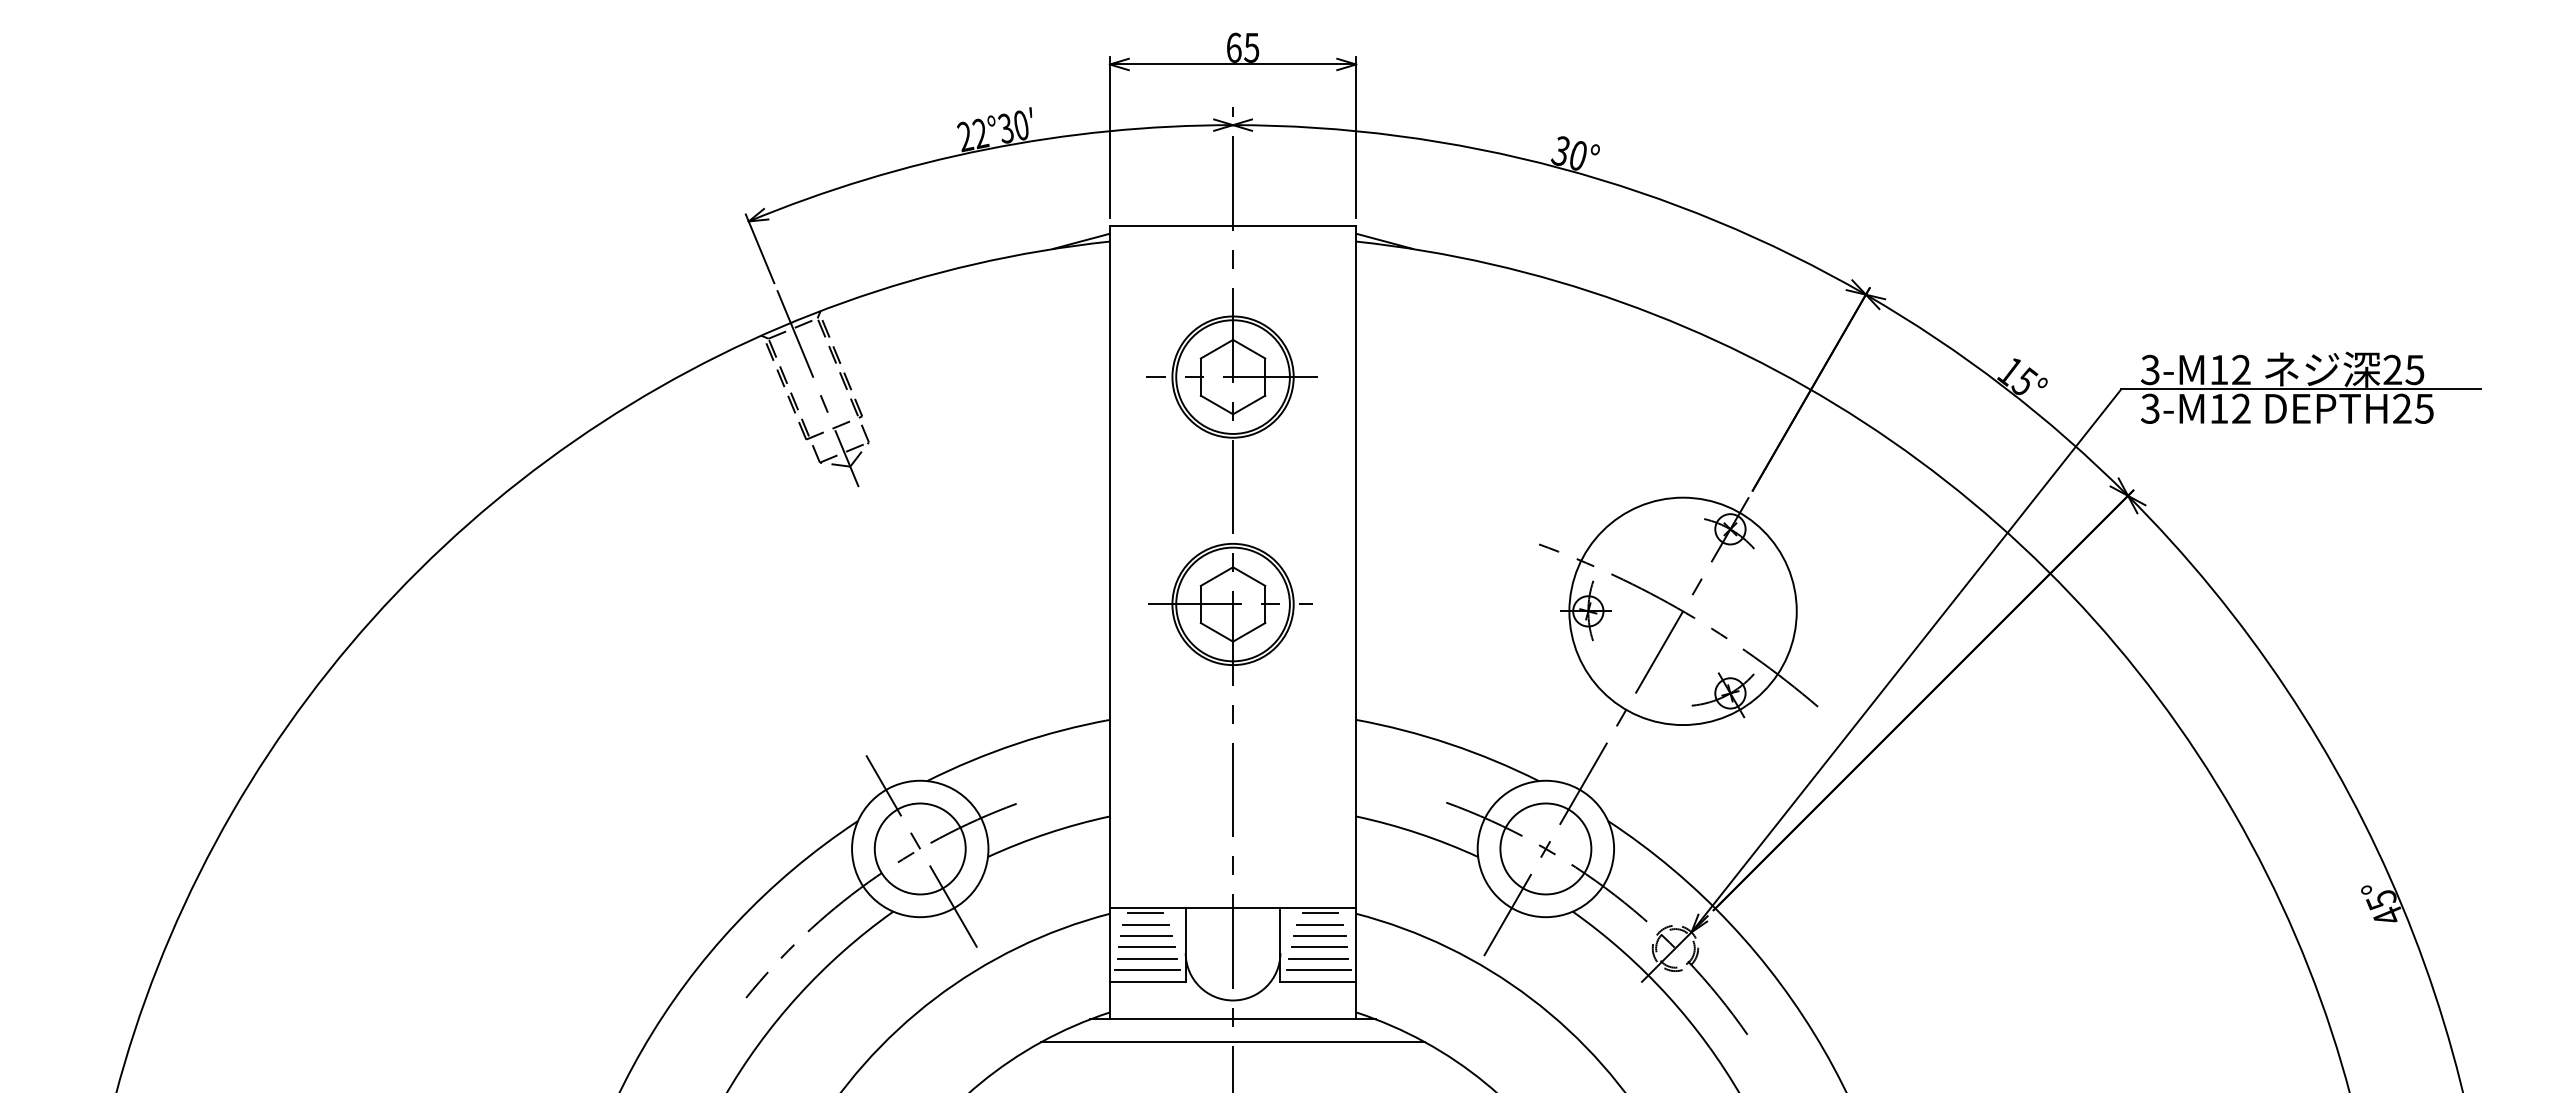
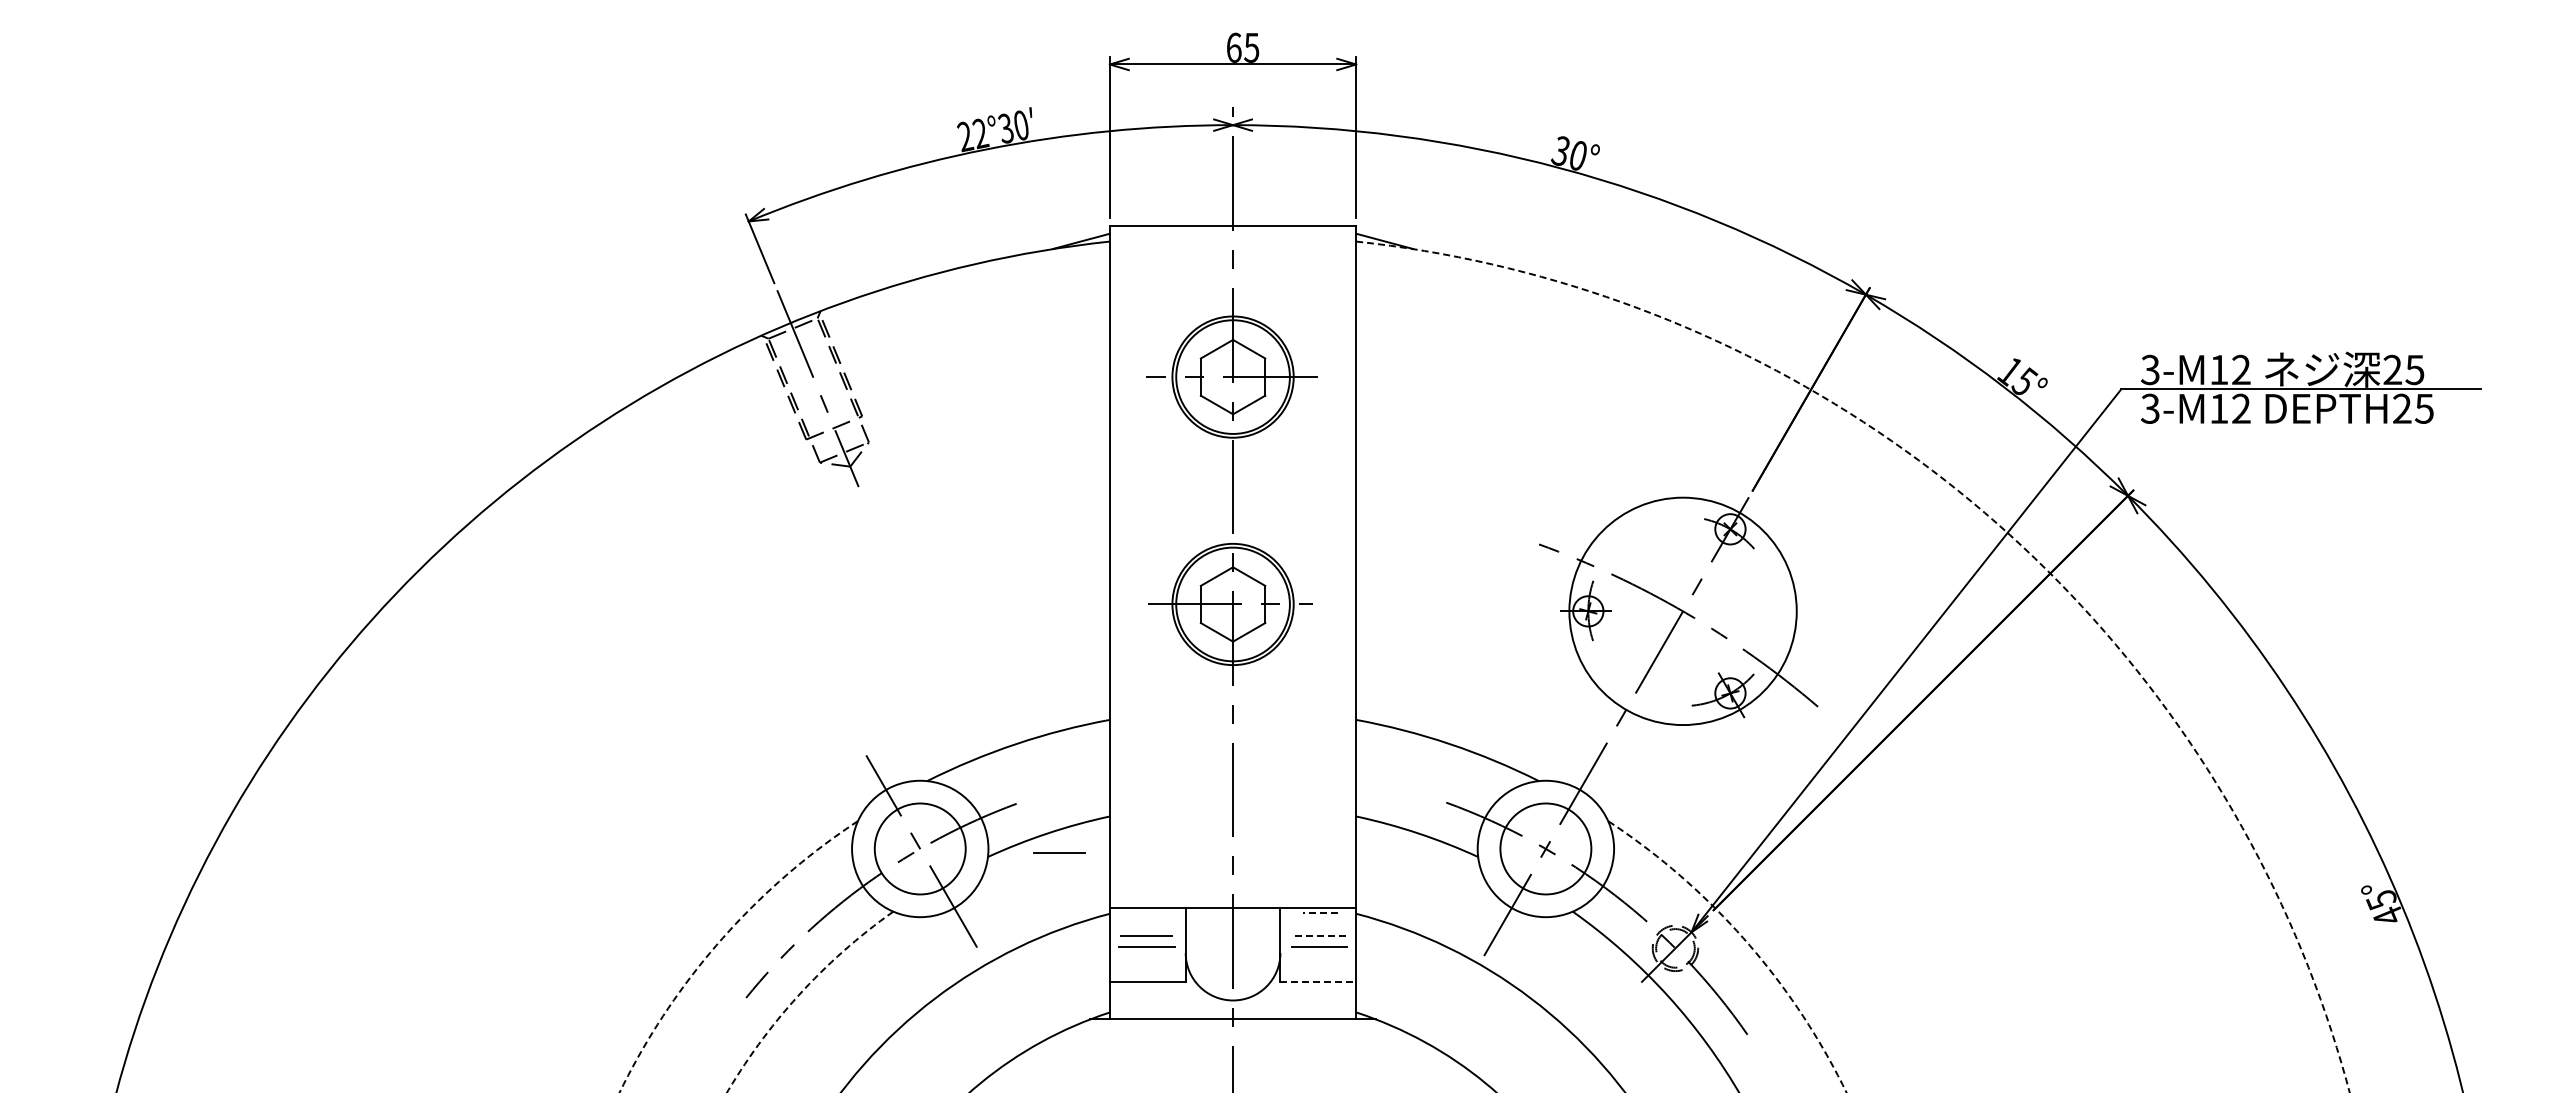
arc at (1985, 513): solid -> dashed
line at (1059, 852): none -> present
line at (1145, 913): present -> none
line at (1320, 913): solid -> dashed
line at (1145, 924): present -> none
line at (1319, 924): present -> none
line at (1319, 936): solid -> dashed
arc at (720, 940): solid -> dashed
arc at (1745, 940): solid -> dashed
line at (1146, 958): present -> none
line at (1318, 958): present -> none
line at (1147, 970): present -> none
line at (1318, 970): present -> none
line at (1318, 981): solid -> dashed
arc at (799, 994): solid -> dashed
line at (1232, 1042): present -> none
